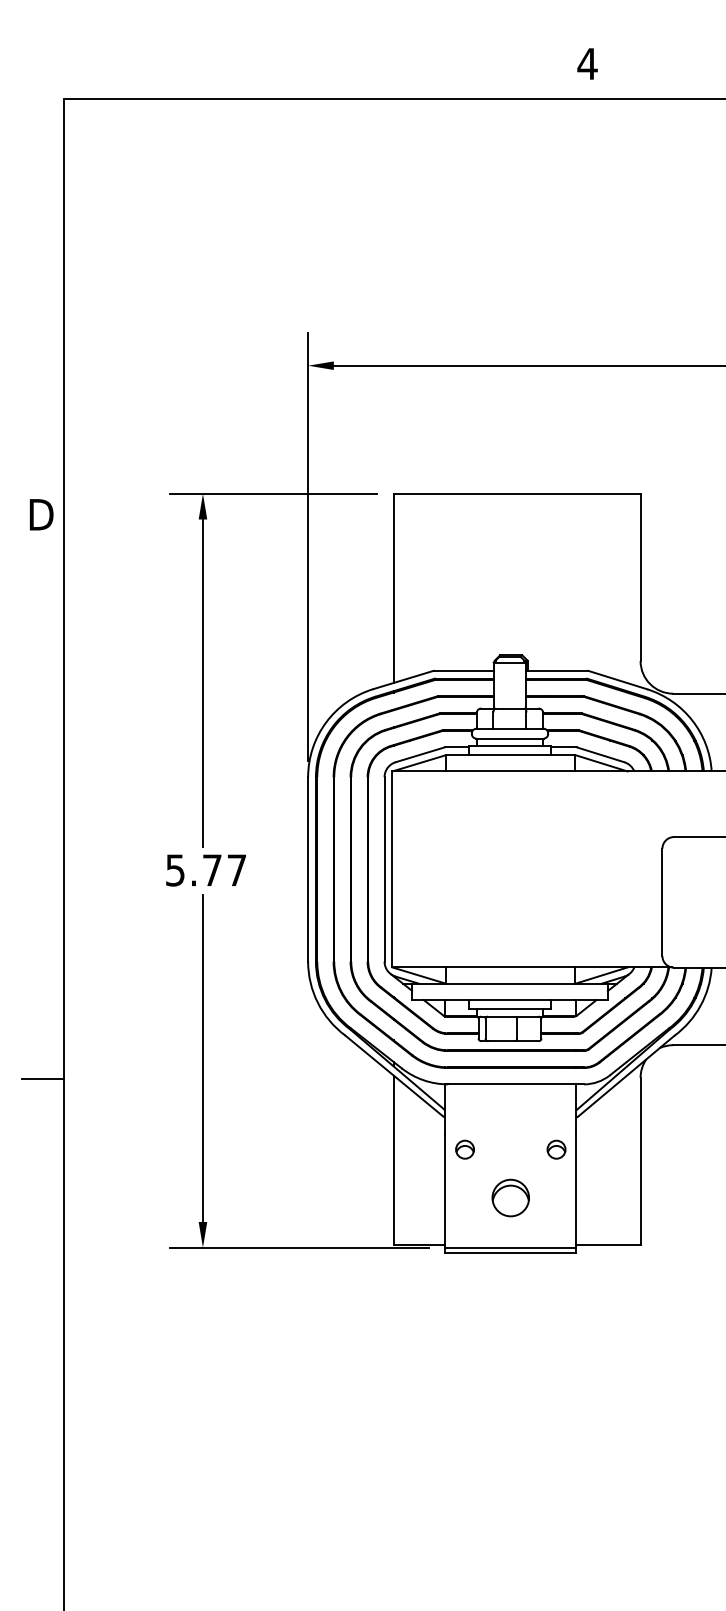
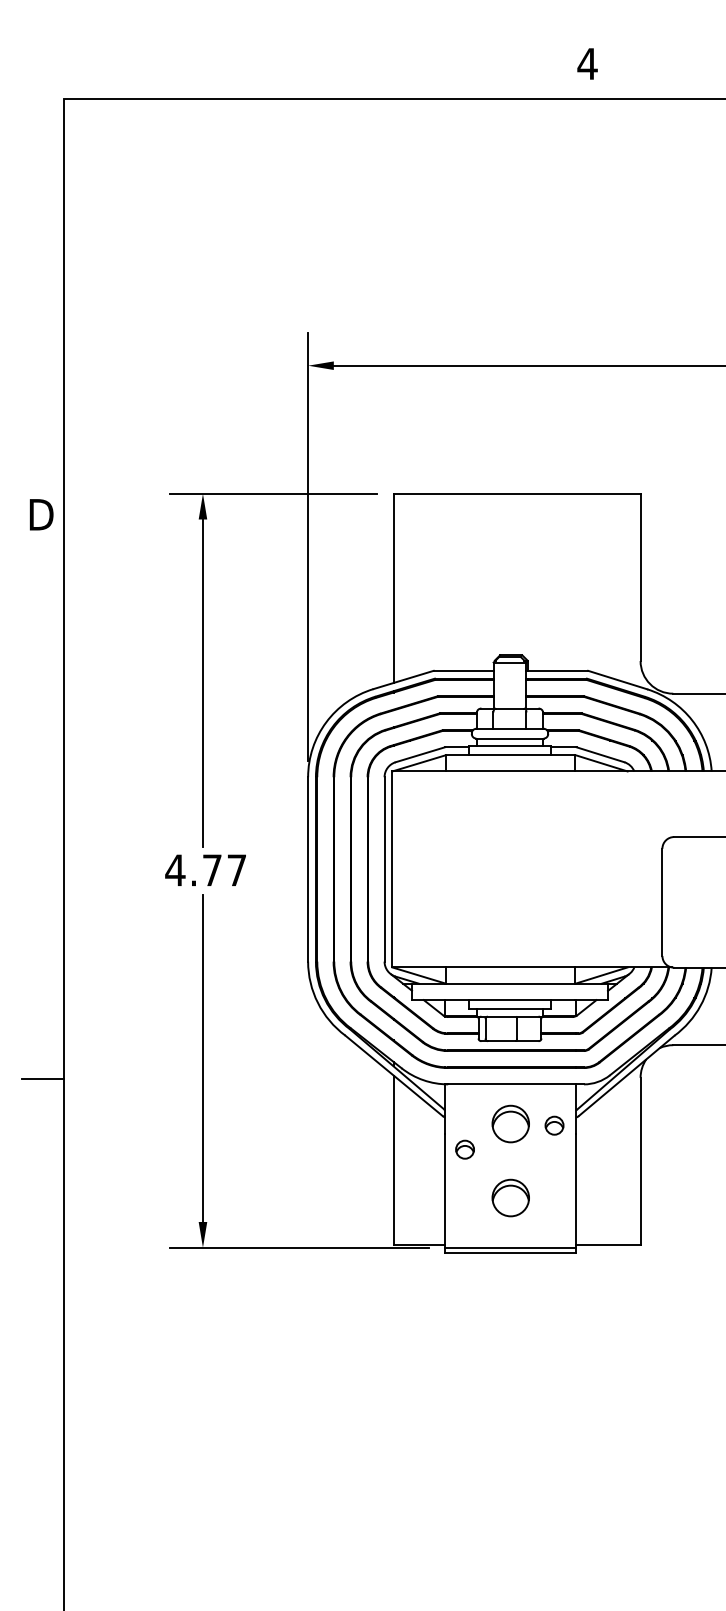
text at (175, 870): 5.77 -> 4.77
part at (510, 1123): none -> present
part at (556, 1149) position: (556, 1149) -> (554, 1125)
